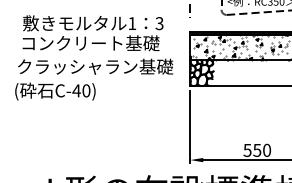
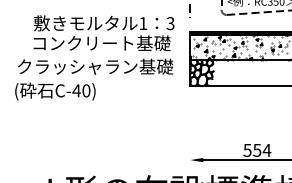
text at (92, 33) position: (92, 33) -> (103, 33)
line at (190, 126): present -> none
text at (266, 149): 550 -> 554
